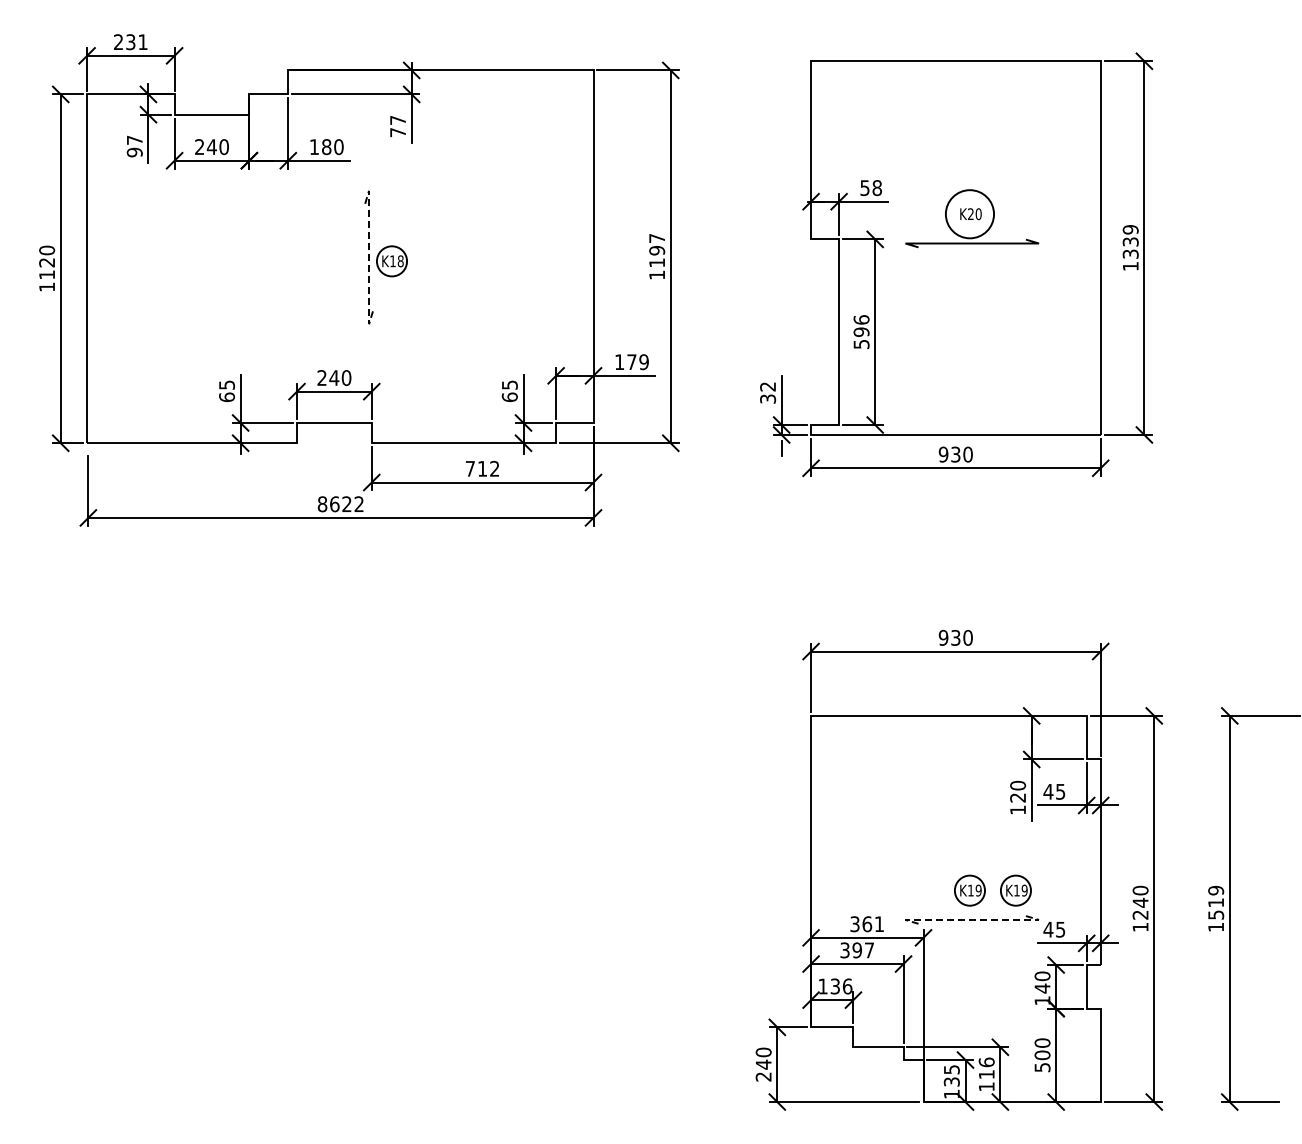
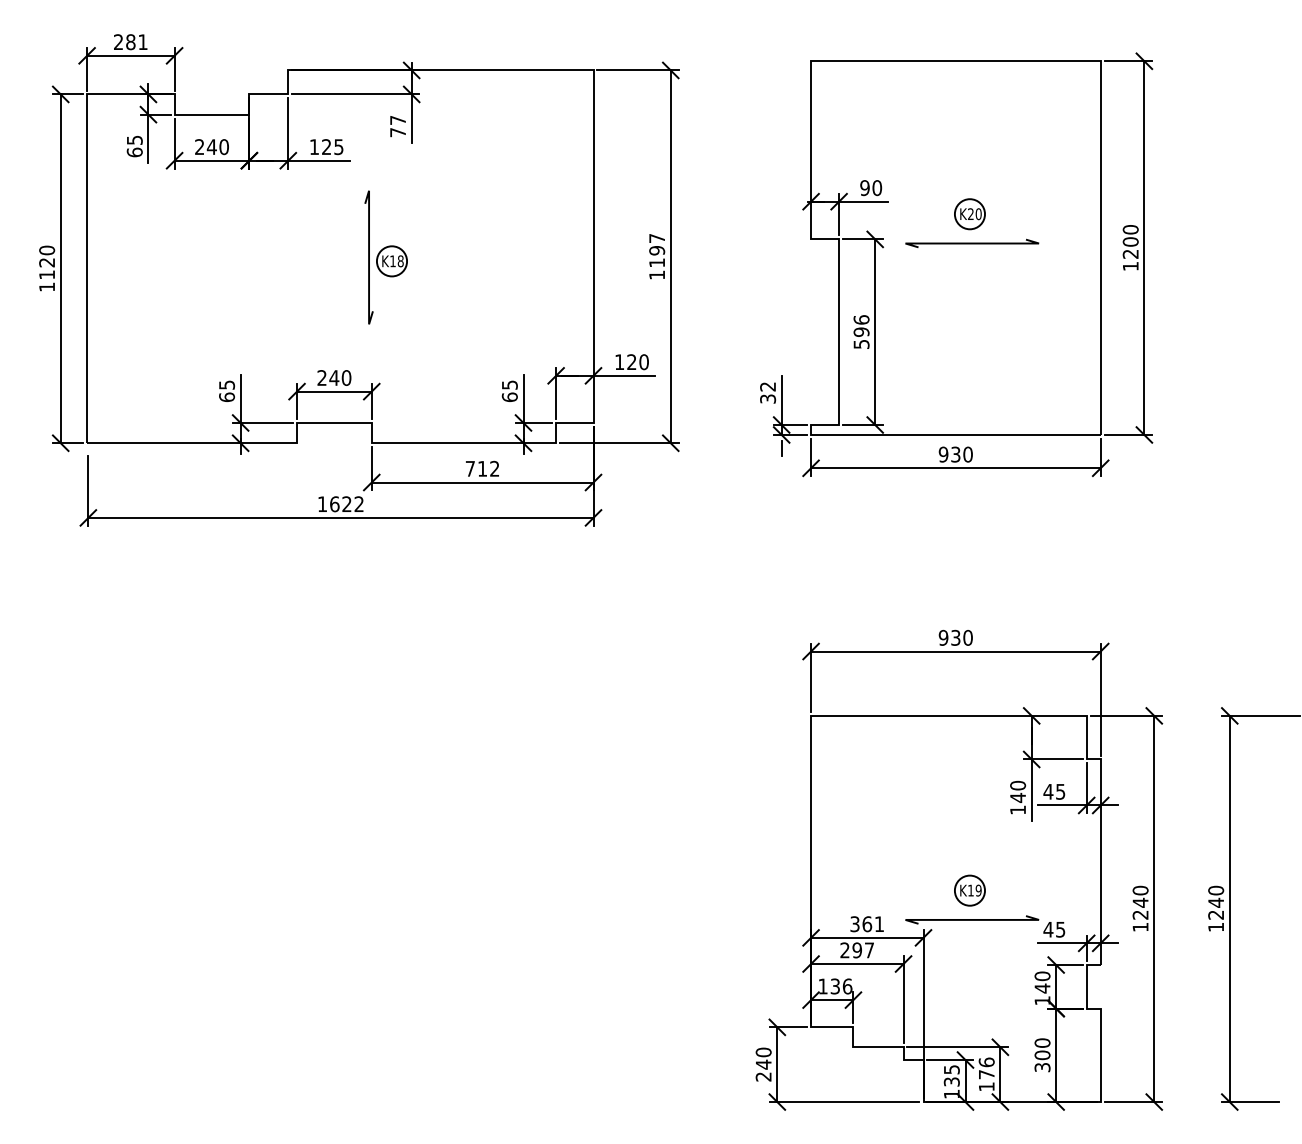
text at (130, 42): 231 -> 281
text at (134, 146): 97 -> 65
text at (332, 147): 180 -> 125
text at (871, 187): 58 -> 90
circle at (969, 214) diameter: 48 px -> 30 px
text at (1130, 241): 1339 -> 1200
line at (369, 257): dashed -> solid
text at (637, 362): 179 -> 120
text at (322, 504): 8622 -> 1622
text at (1017, 797): 120 -> 140
part at (1015, 890): present -> none
text at (1216, 902): 1519 -> 1240
line at (972, 919): dashed -> solid
text at (844, 950): 397 -> 297
text at (1041, 1067): 500 -> 300
text at (986, 1074): 116 -> 176
